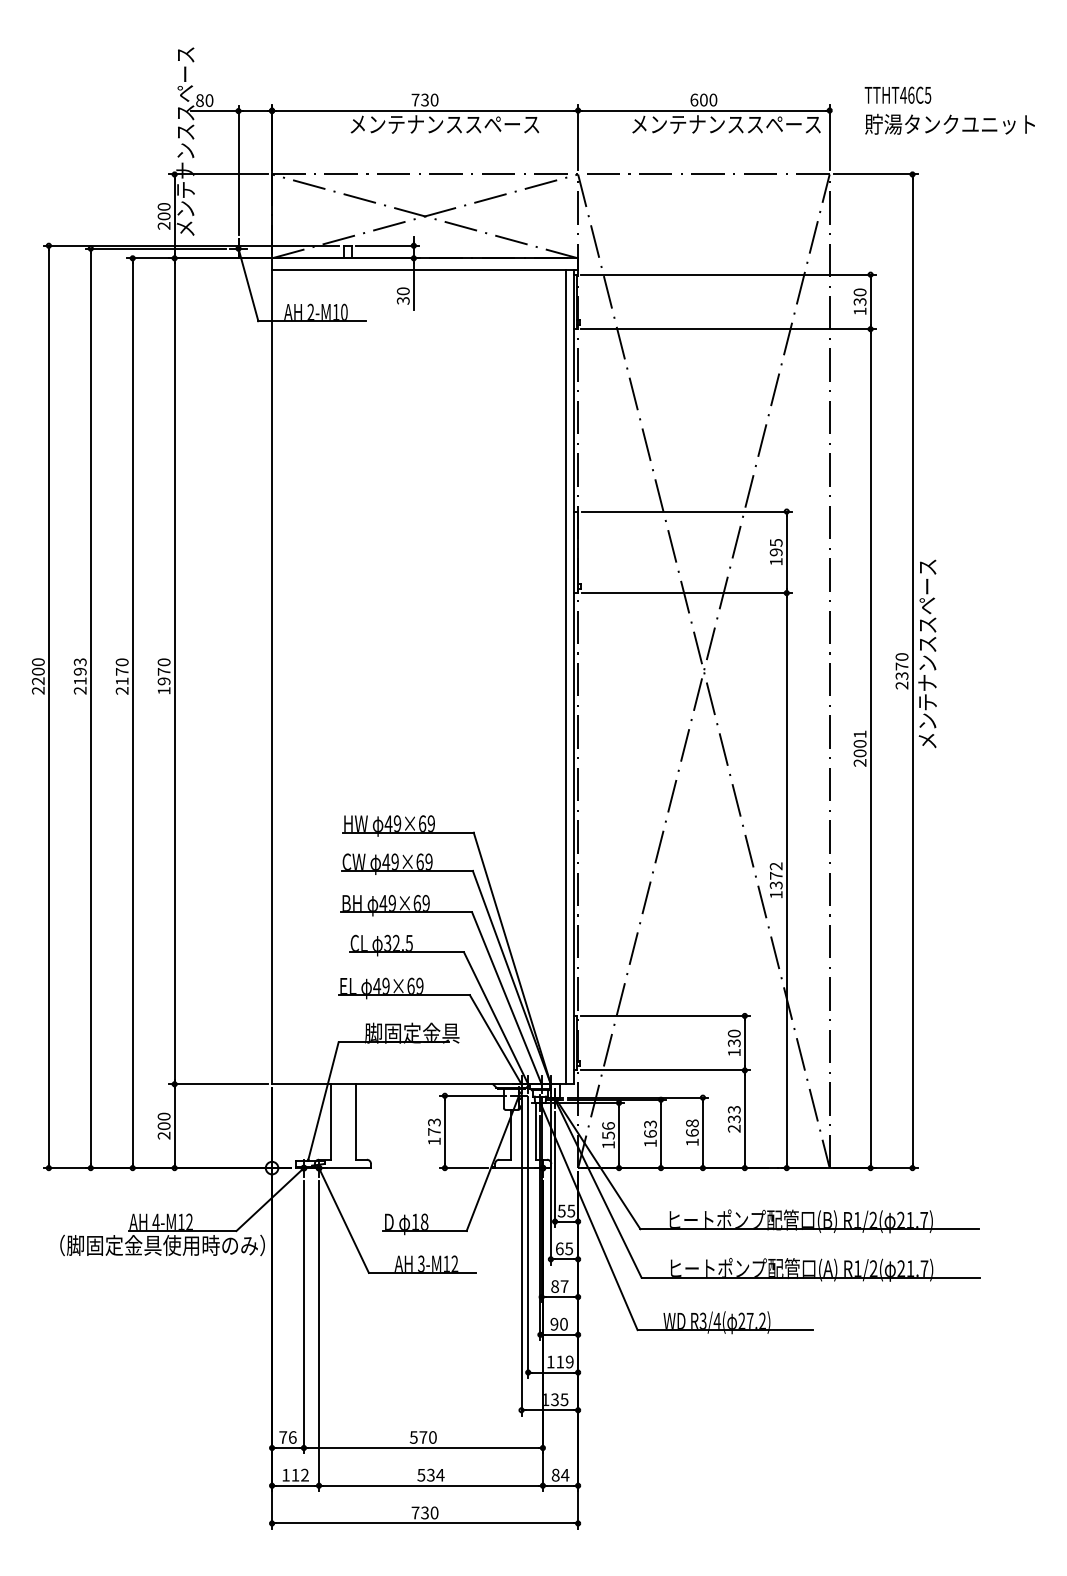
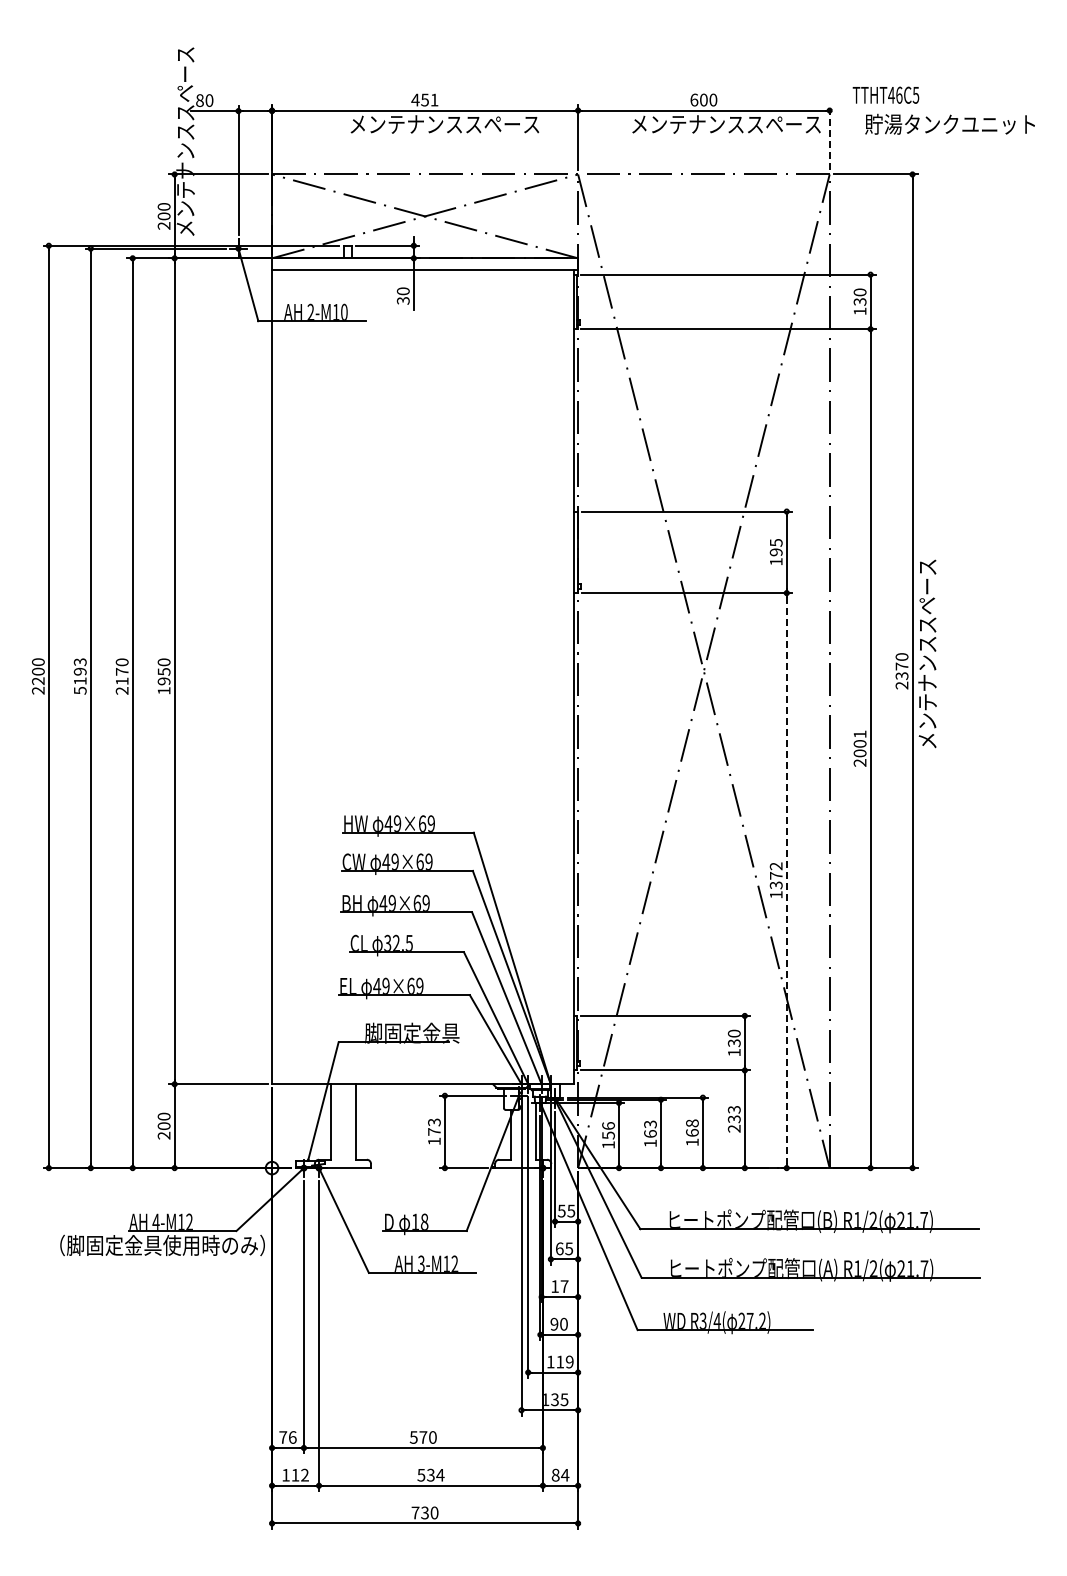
text at (897, 94) position: (897, 94) -> (885, 94)
text at (424, 99): 730 -> 451
line at (829, 137): solid -> dashed
text at (164, 671): 1970 -> 1950
line at (565, 676): present -> none
text at (79, 690): 2193 -> 5193
line at (786, 881): solid -> dashed
text at (554, 1286): 87 -> 17
